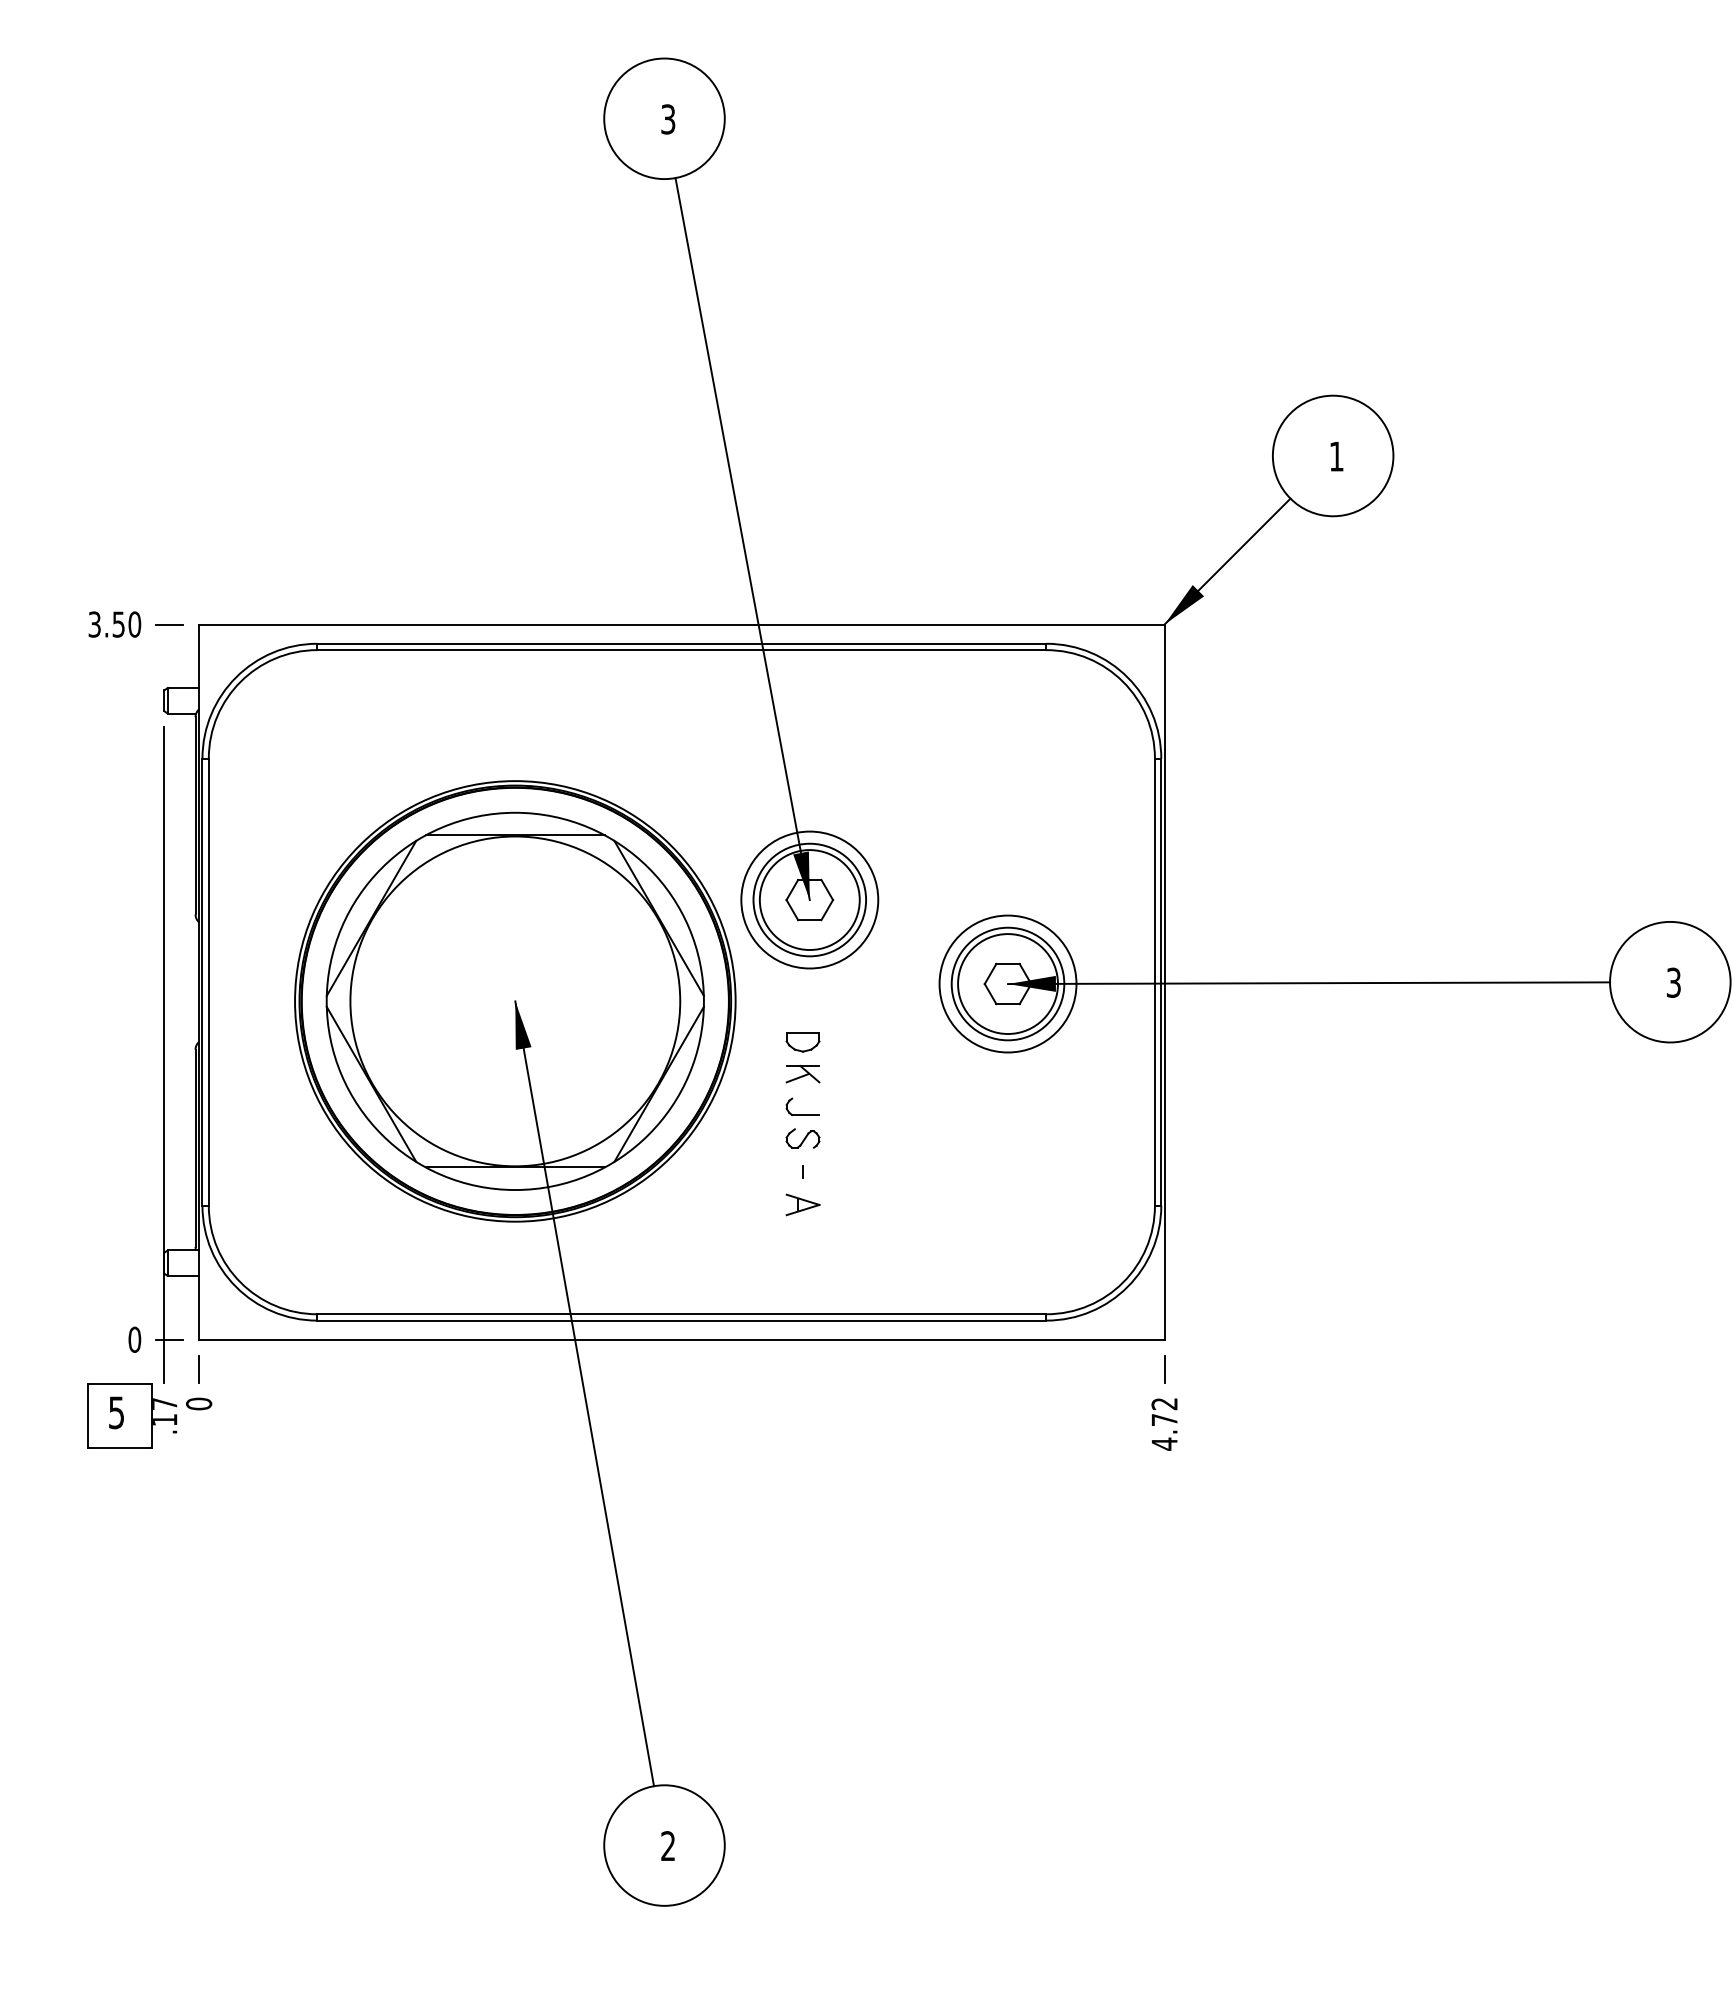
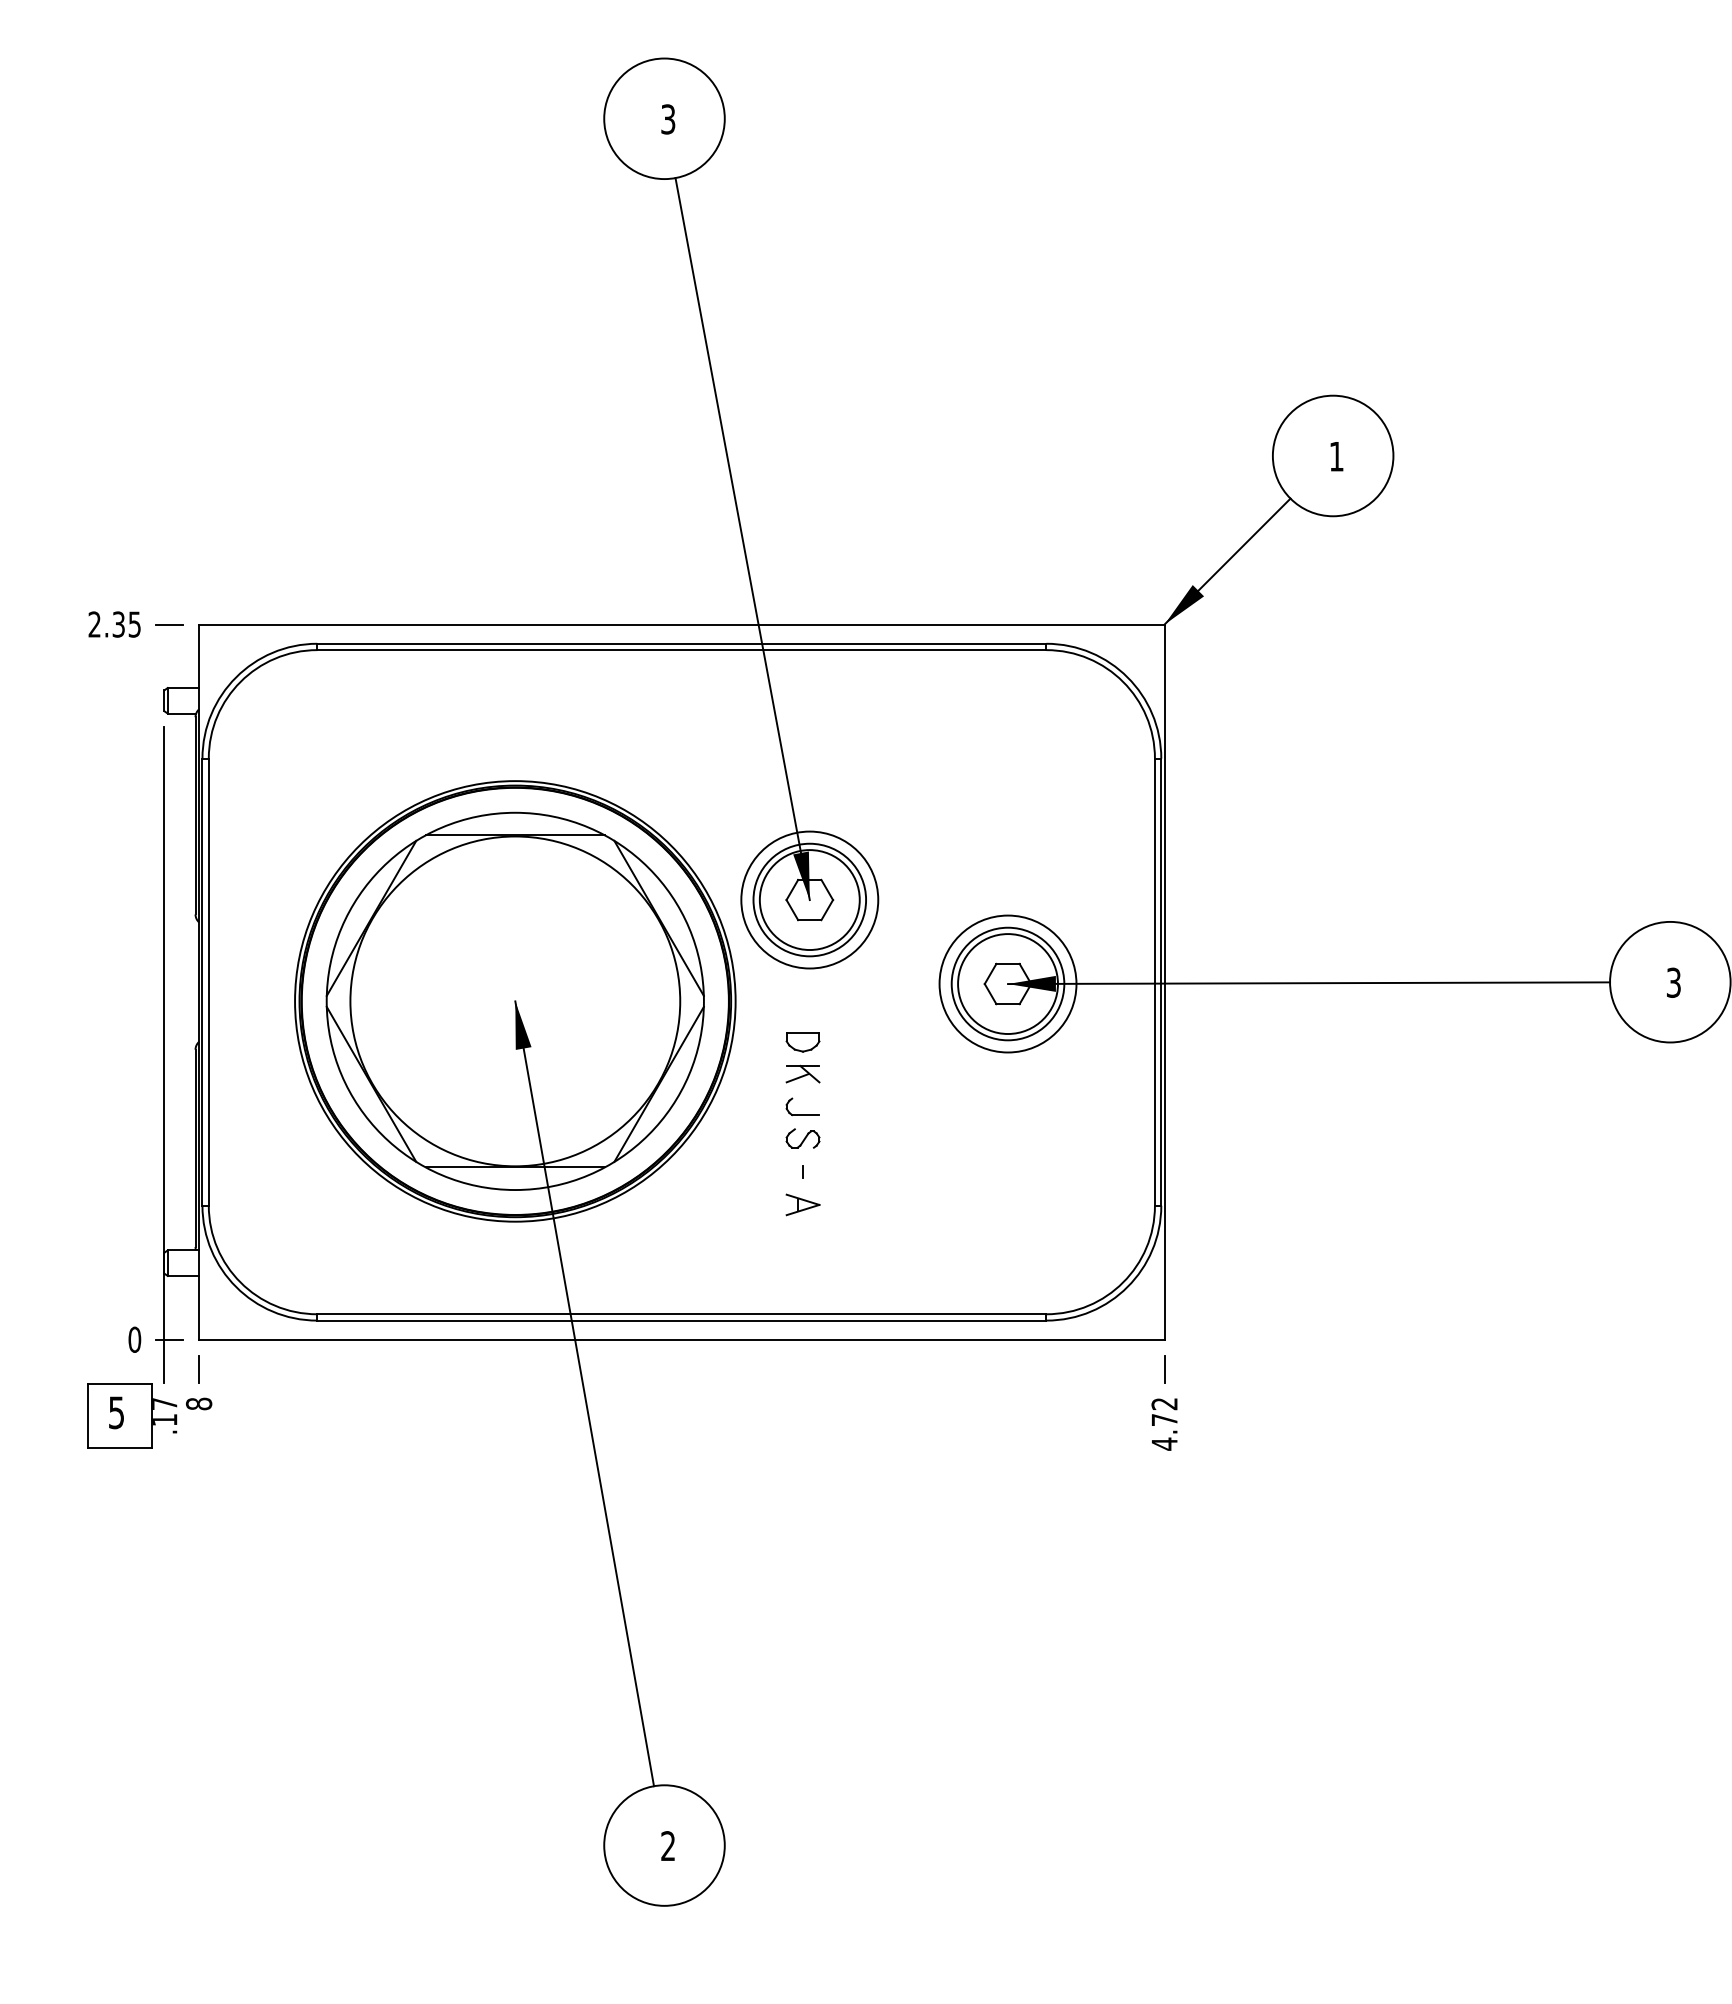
text at (114, 624): 3.50 -> 2.35
text at (198, 1403): 0 -> 8
